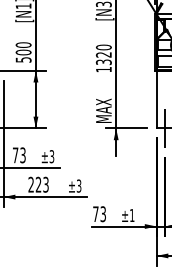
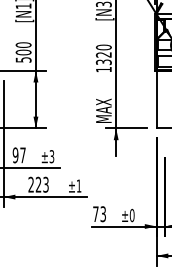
line at (164, 128): present -> none
text at (18, 155): 73 -> 97
text at (78, 185): ±3 -> ±1
text at (131, 215): ±1 -> ±0
